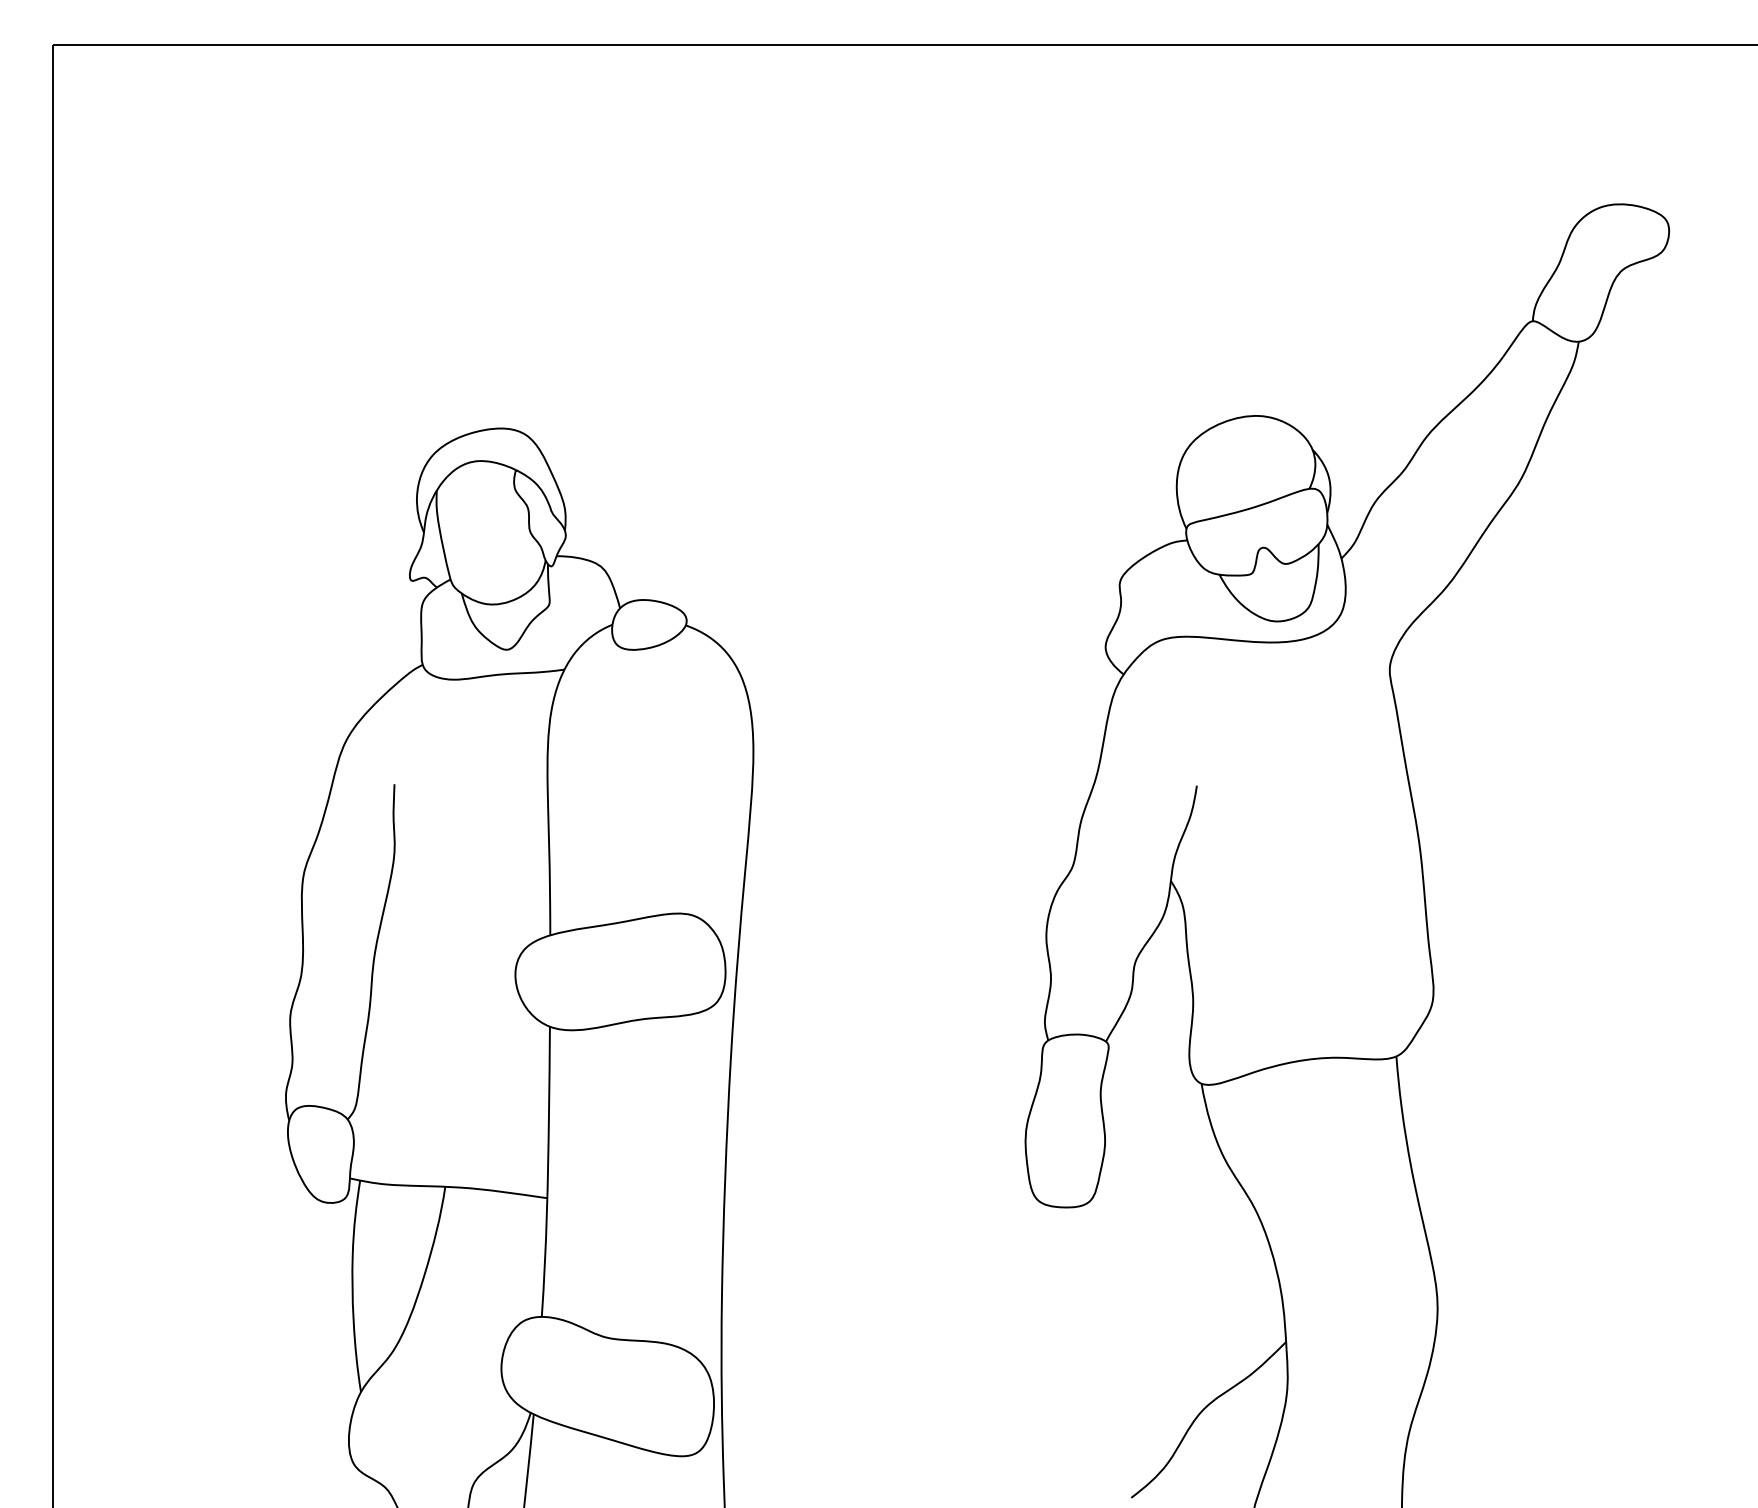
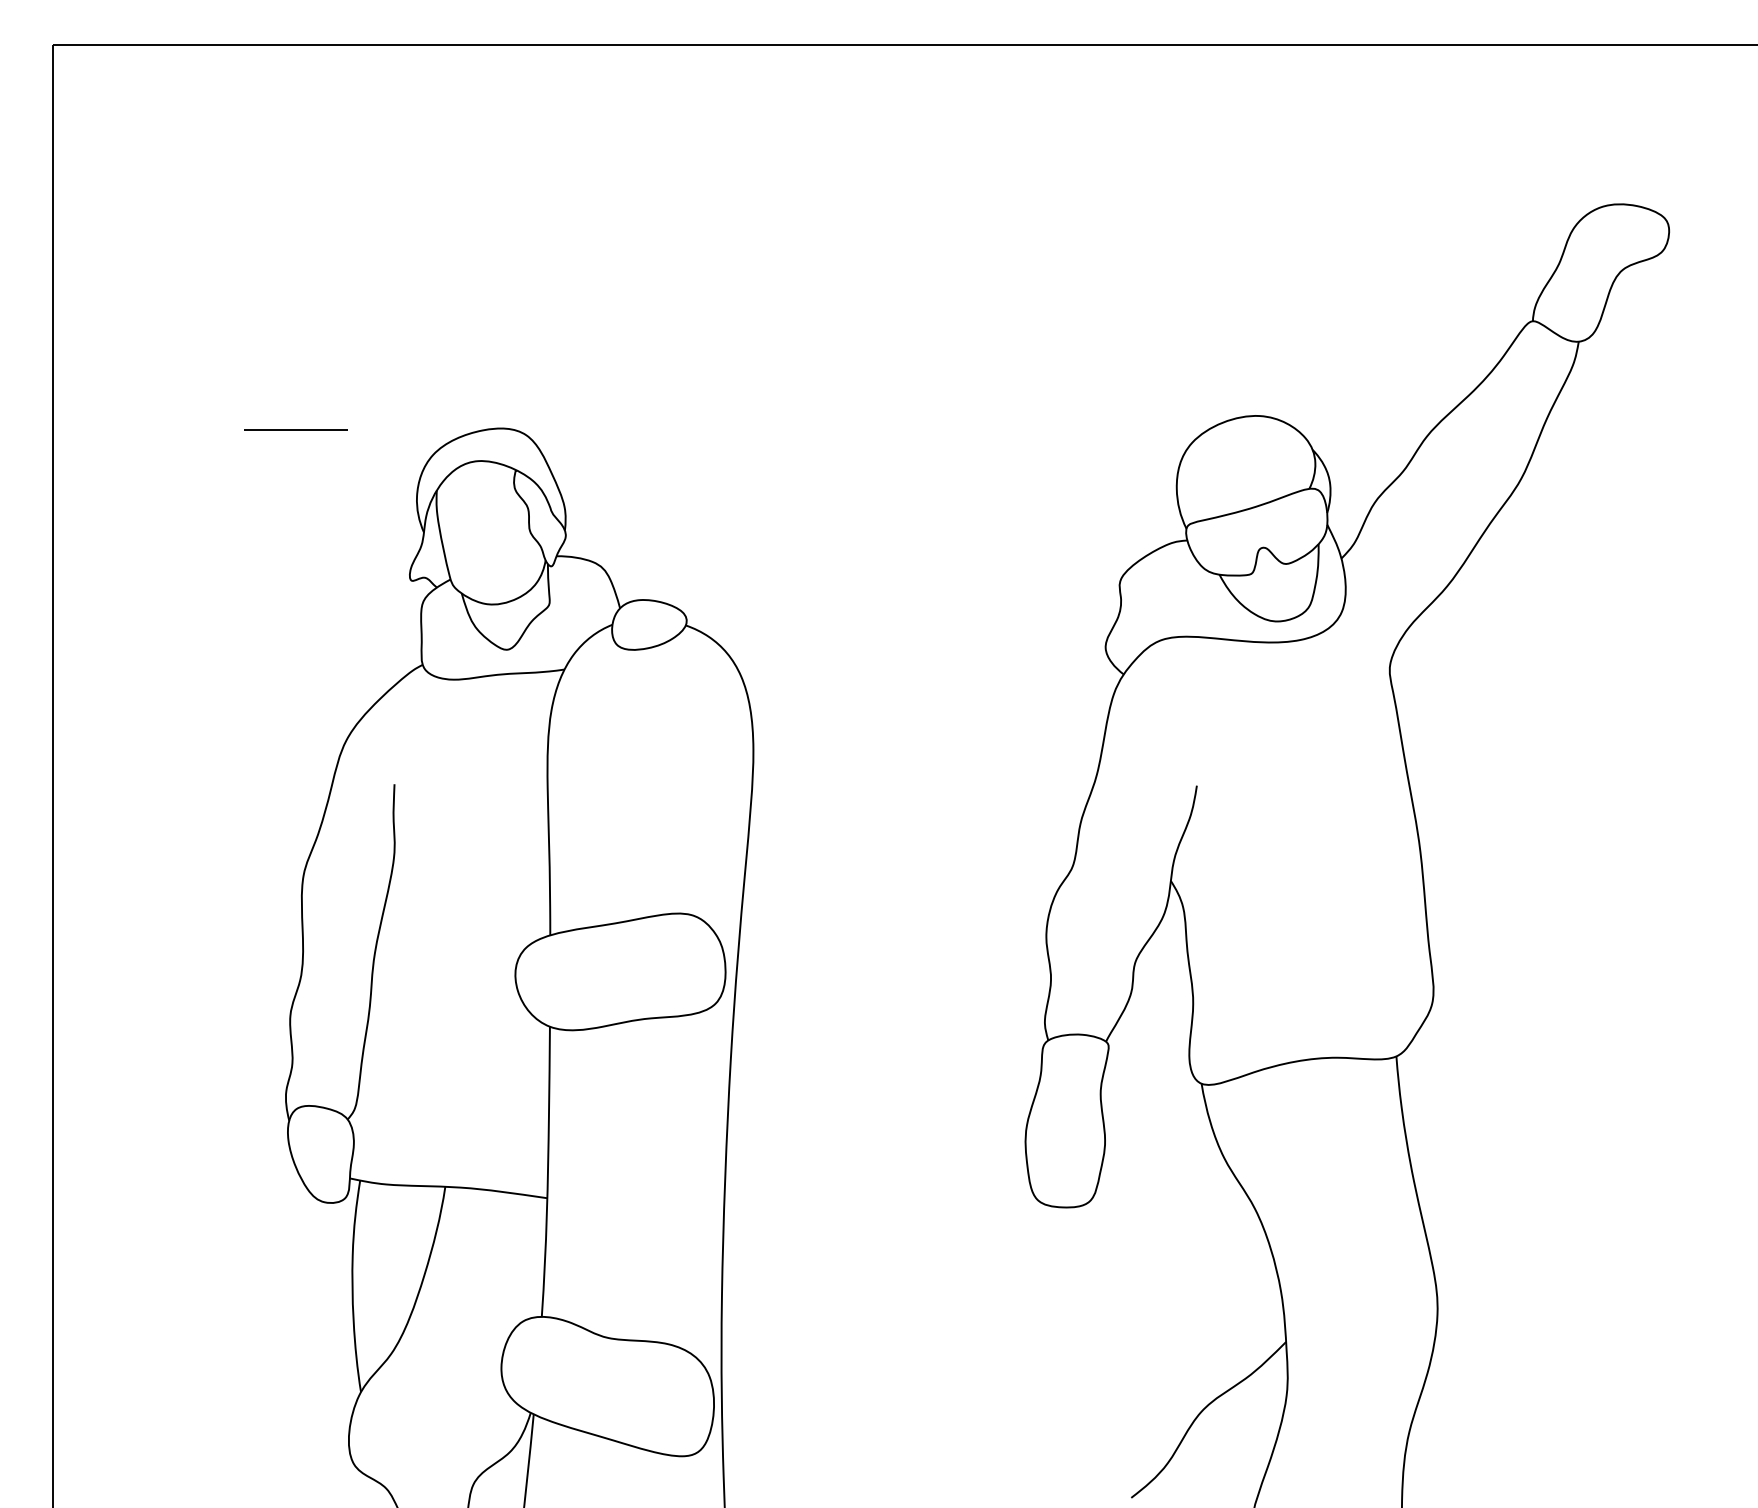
line at (295, 429): none -> present
